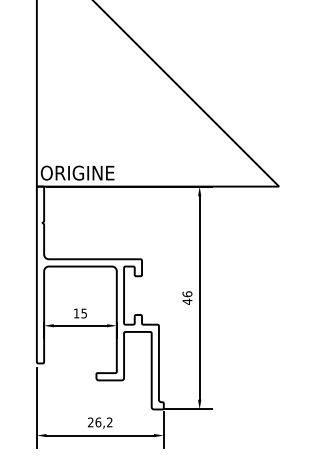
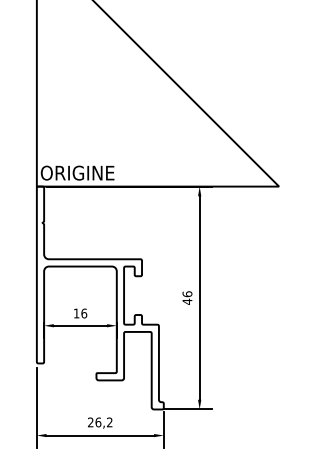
text at (84, 313): 15 -> 16
